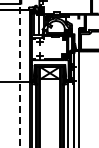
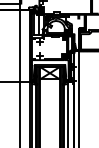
line at (20, 73): dashed -> solid
